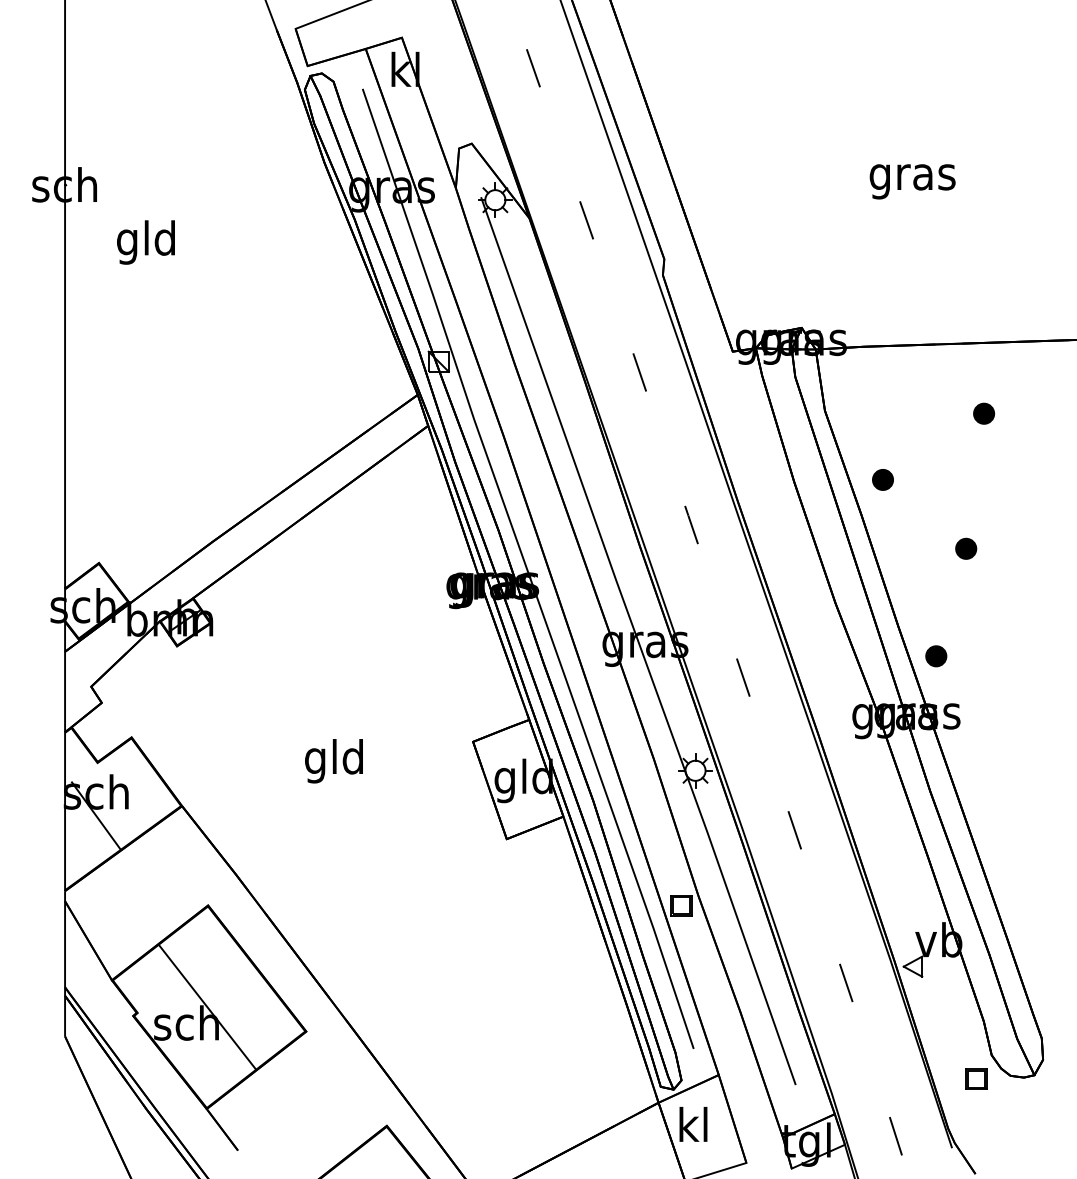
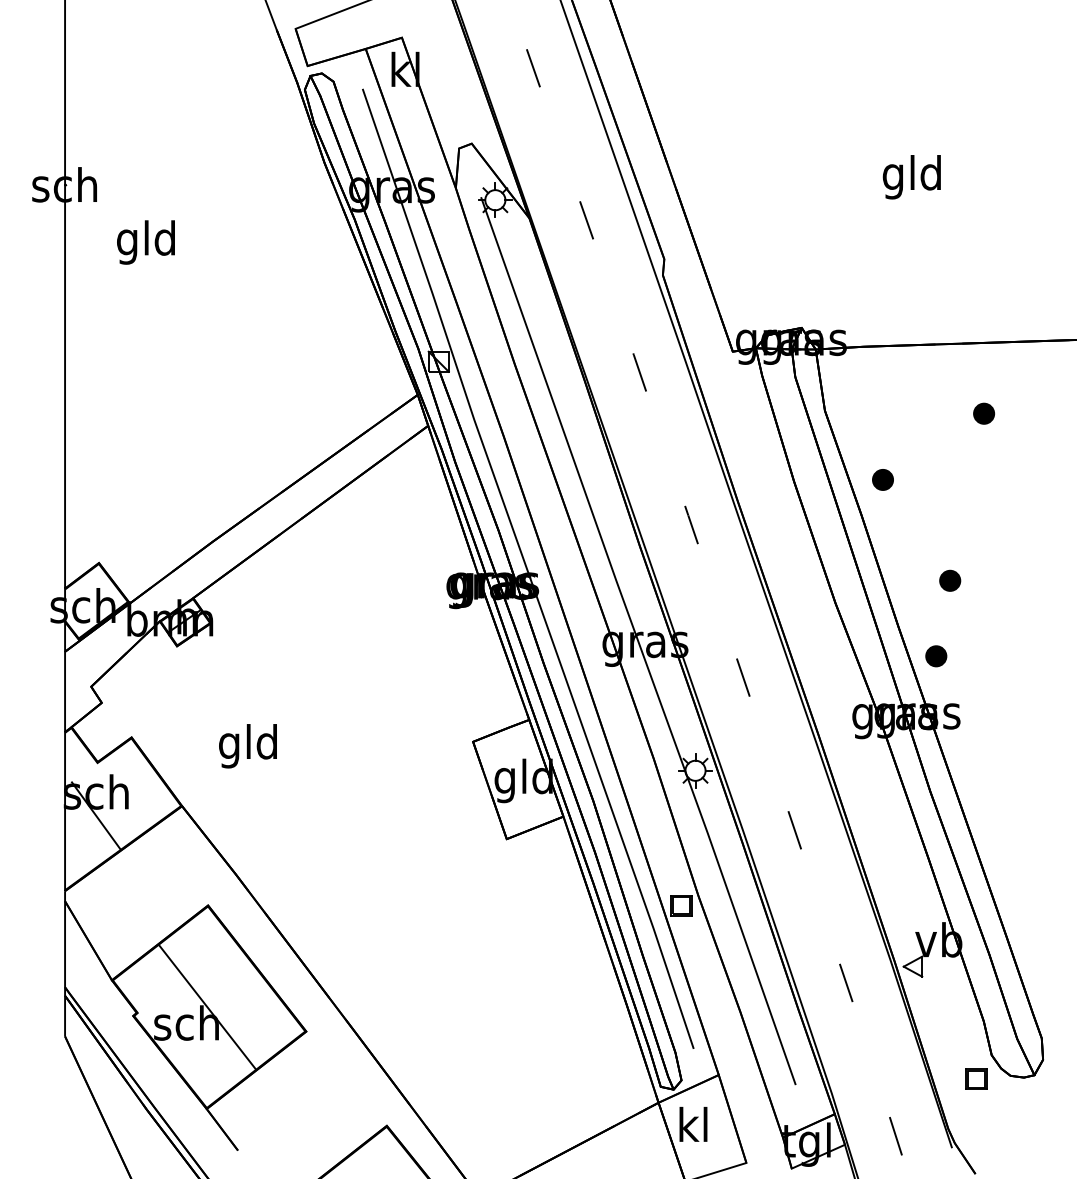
text at (912, 177): gras -> gld
part at (966, 548) position: (966, 548) -> (950, 580)
text at (333, 761) position: (333, 761) -> (247, 746)
